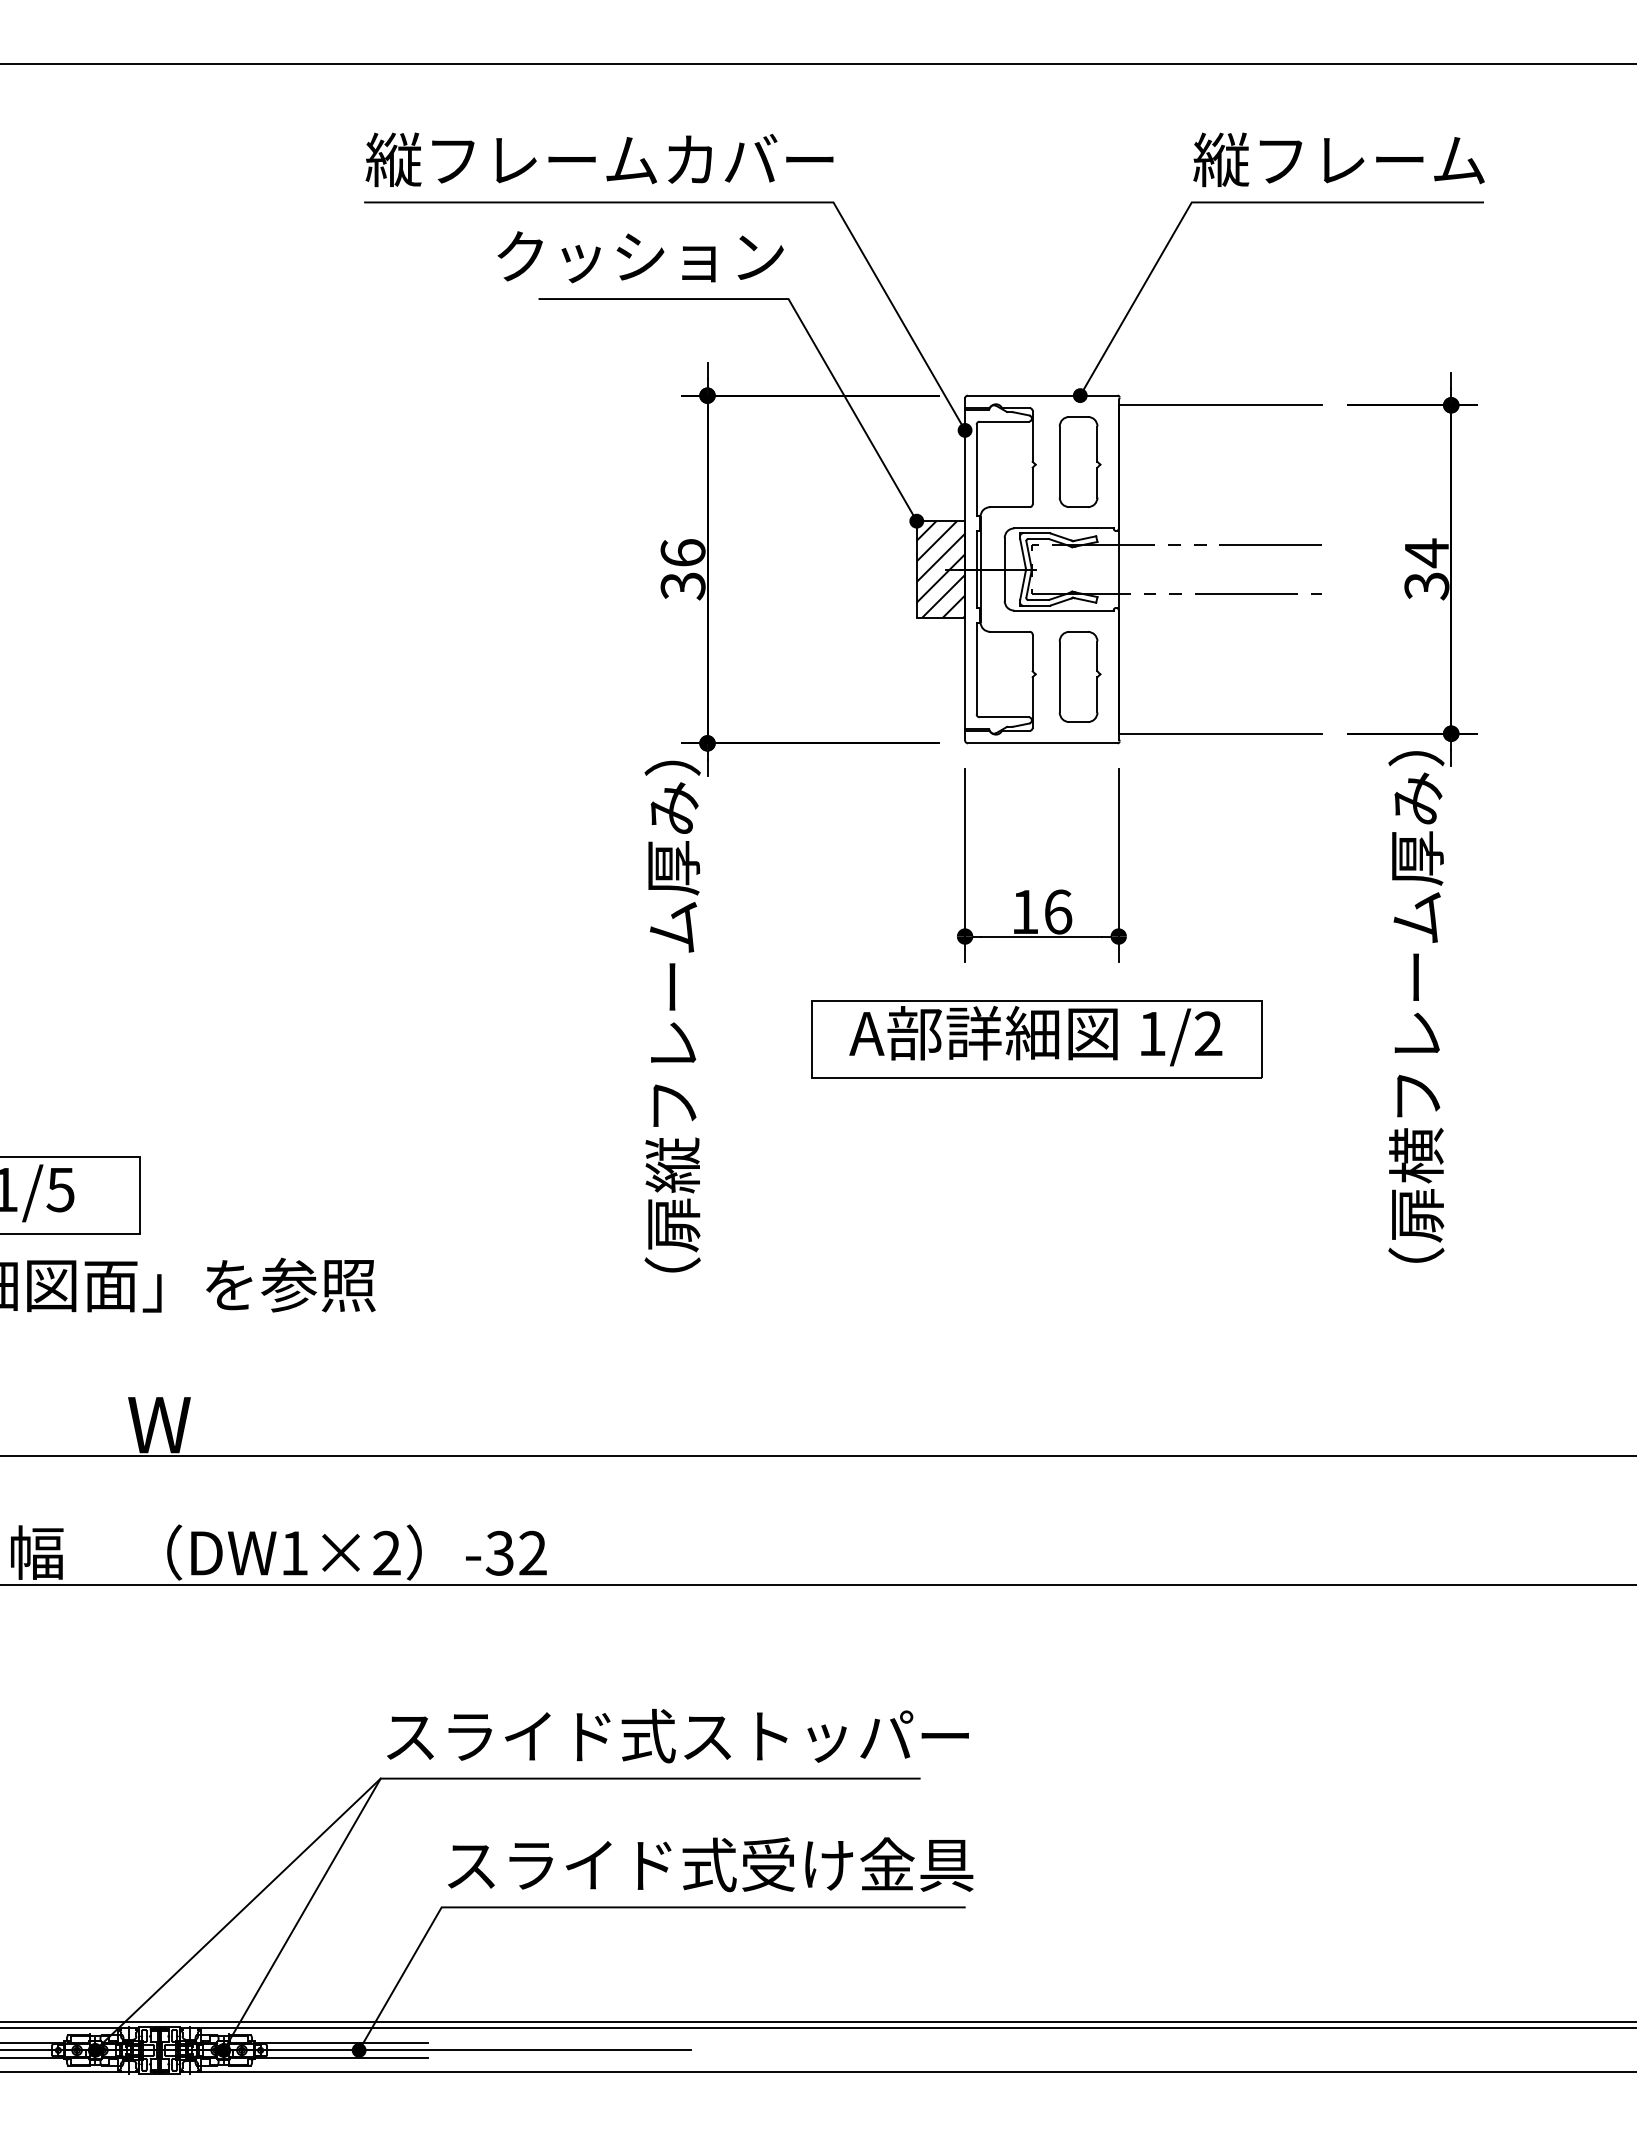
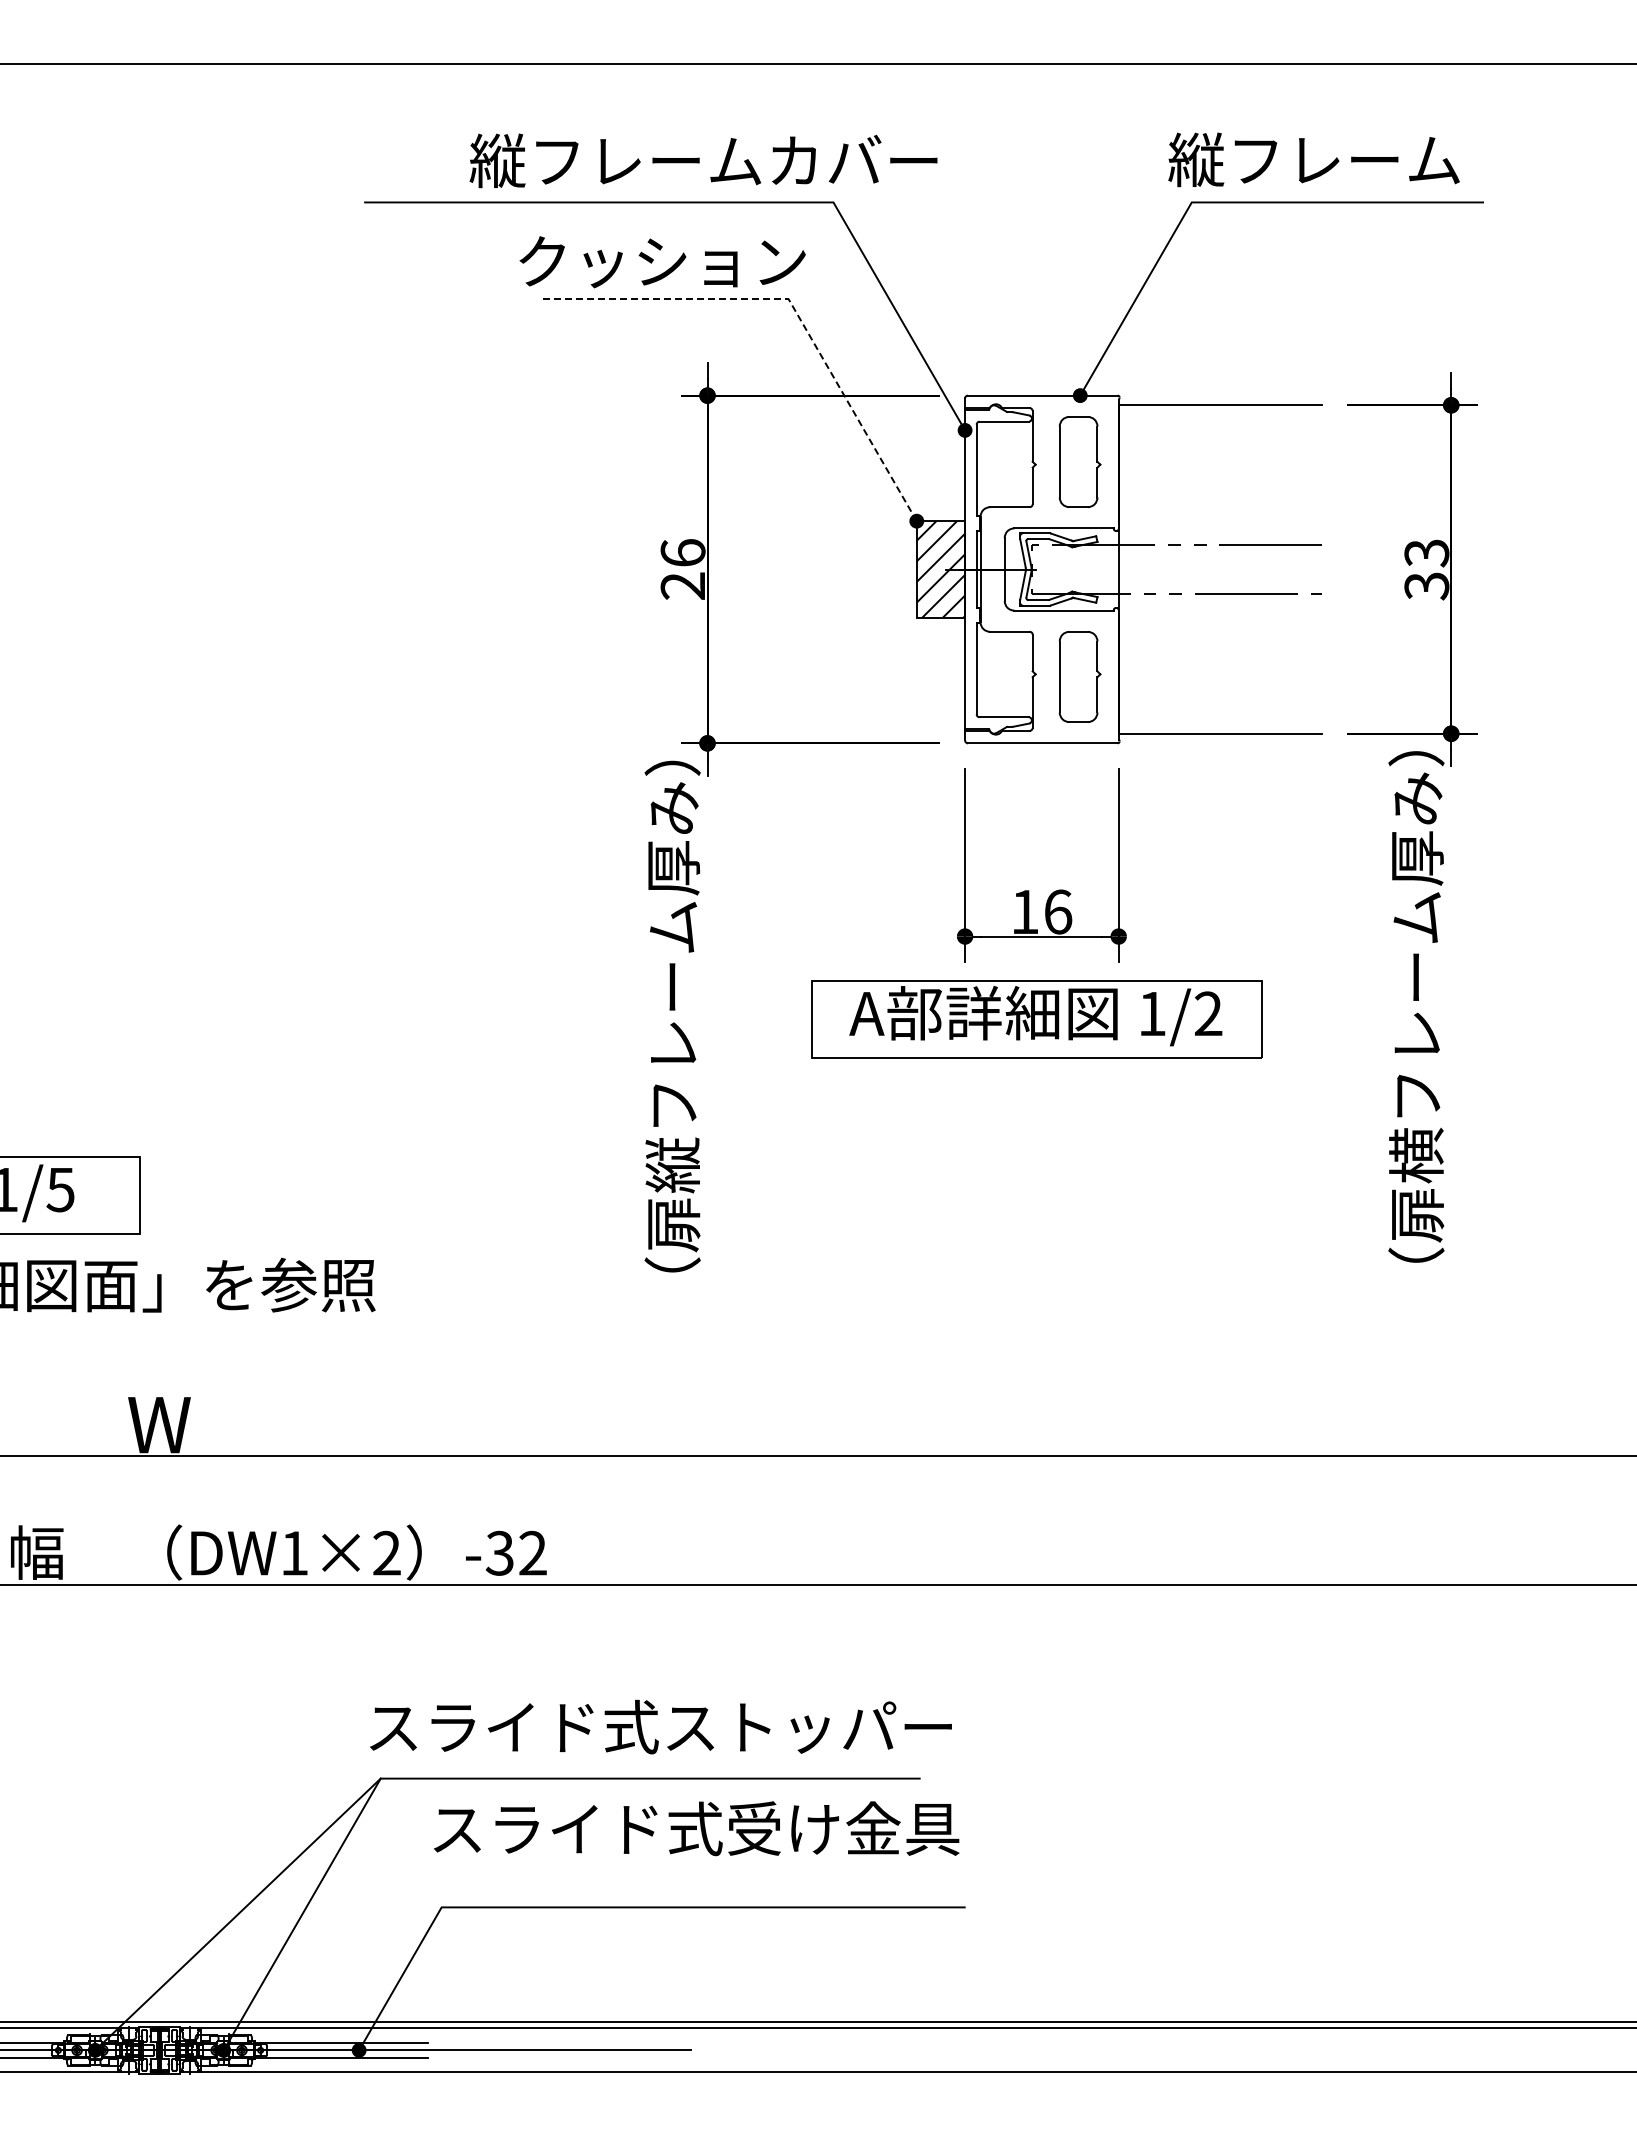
text at (599, 159) position: (599, 159) -> (703, 160)
text at (1338, 159) position: (1338, 159) -> (1313, 159)
text at (640, 257) position: (640, 257) -> (662, 262)
line at (790, 301): solid -> dashed
text at (1426, 553): 34 -> 33
text at (683, 586): 36 -> 26
part at (1036, 1039) position: (1036, 1039) -> (1036, 1019)
text at (677, 1735) position: (677, 1735) -> (660, 1726)
text at (710, 1864) position: (710, 1864) -> (696, 1828)
